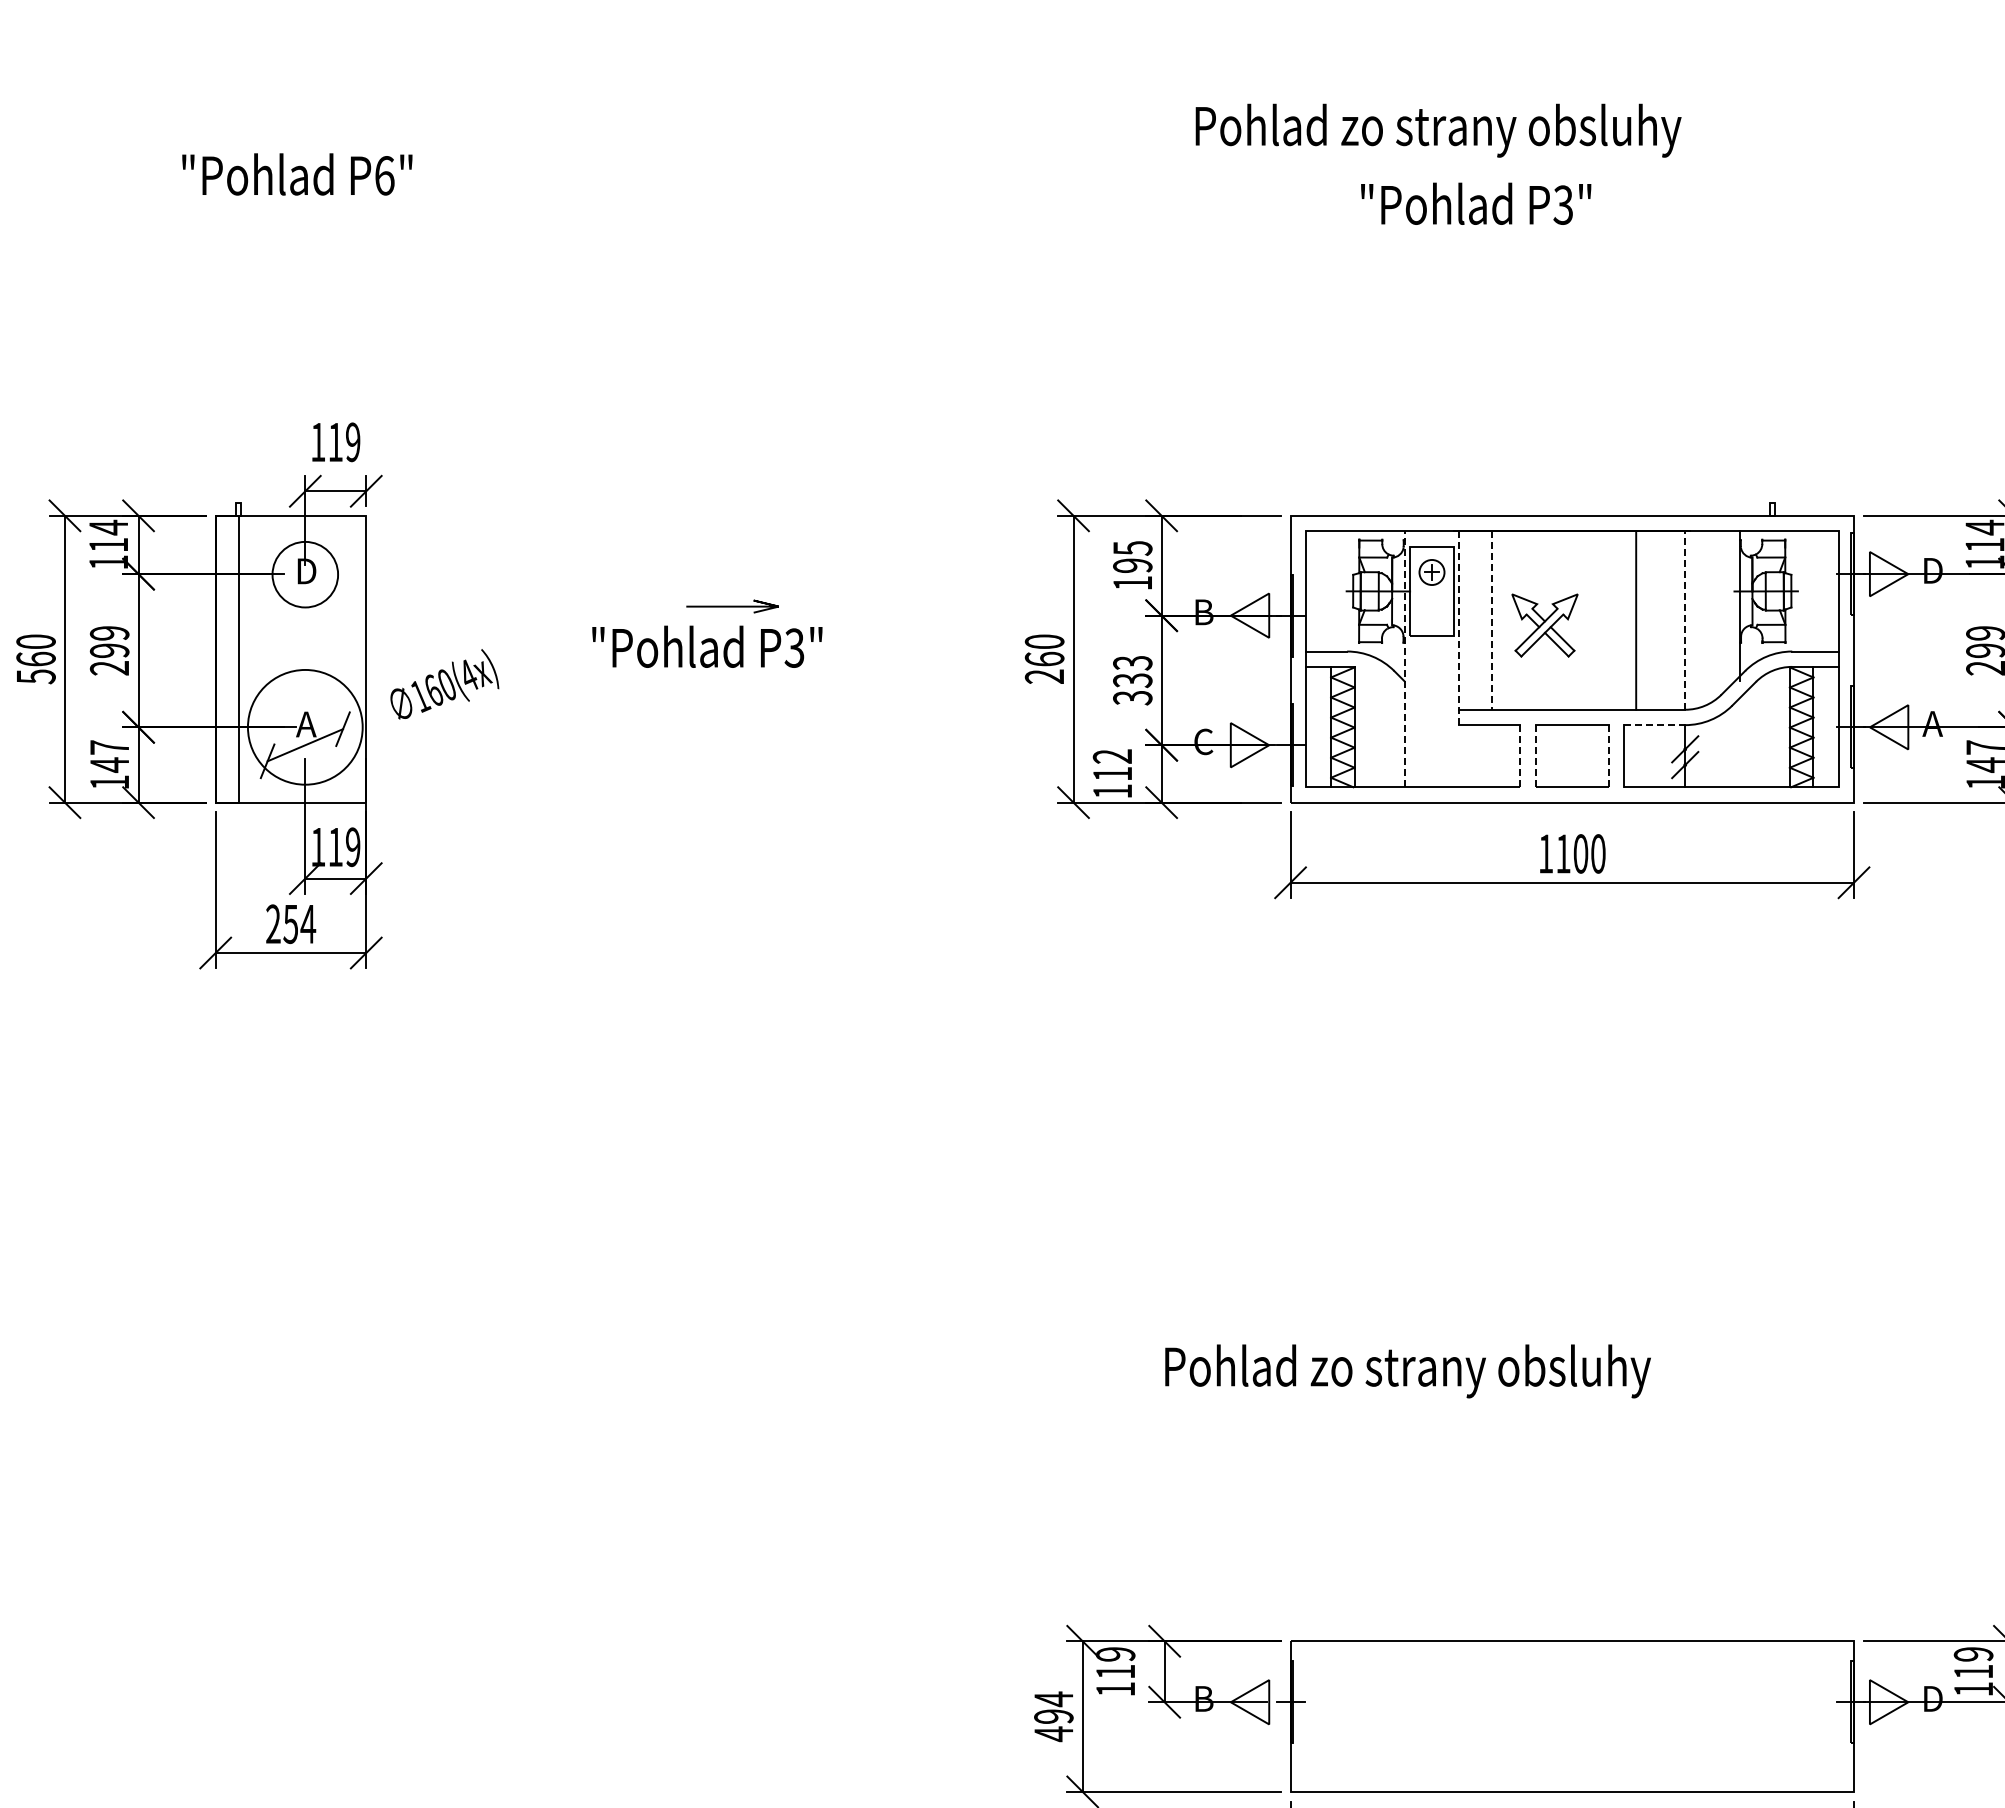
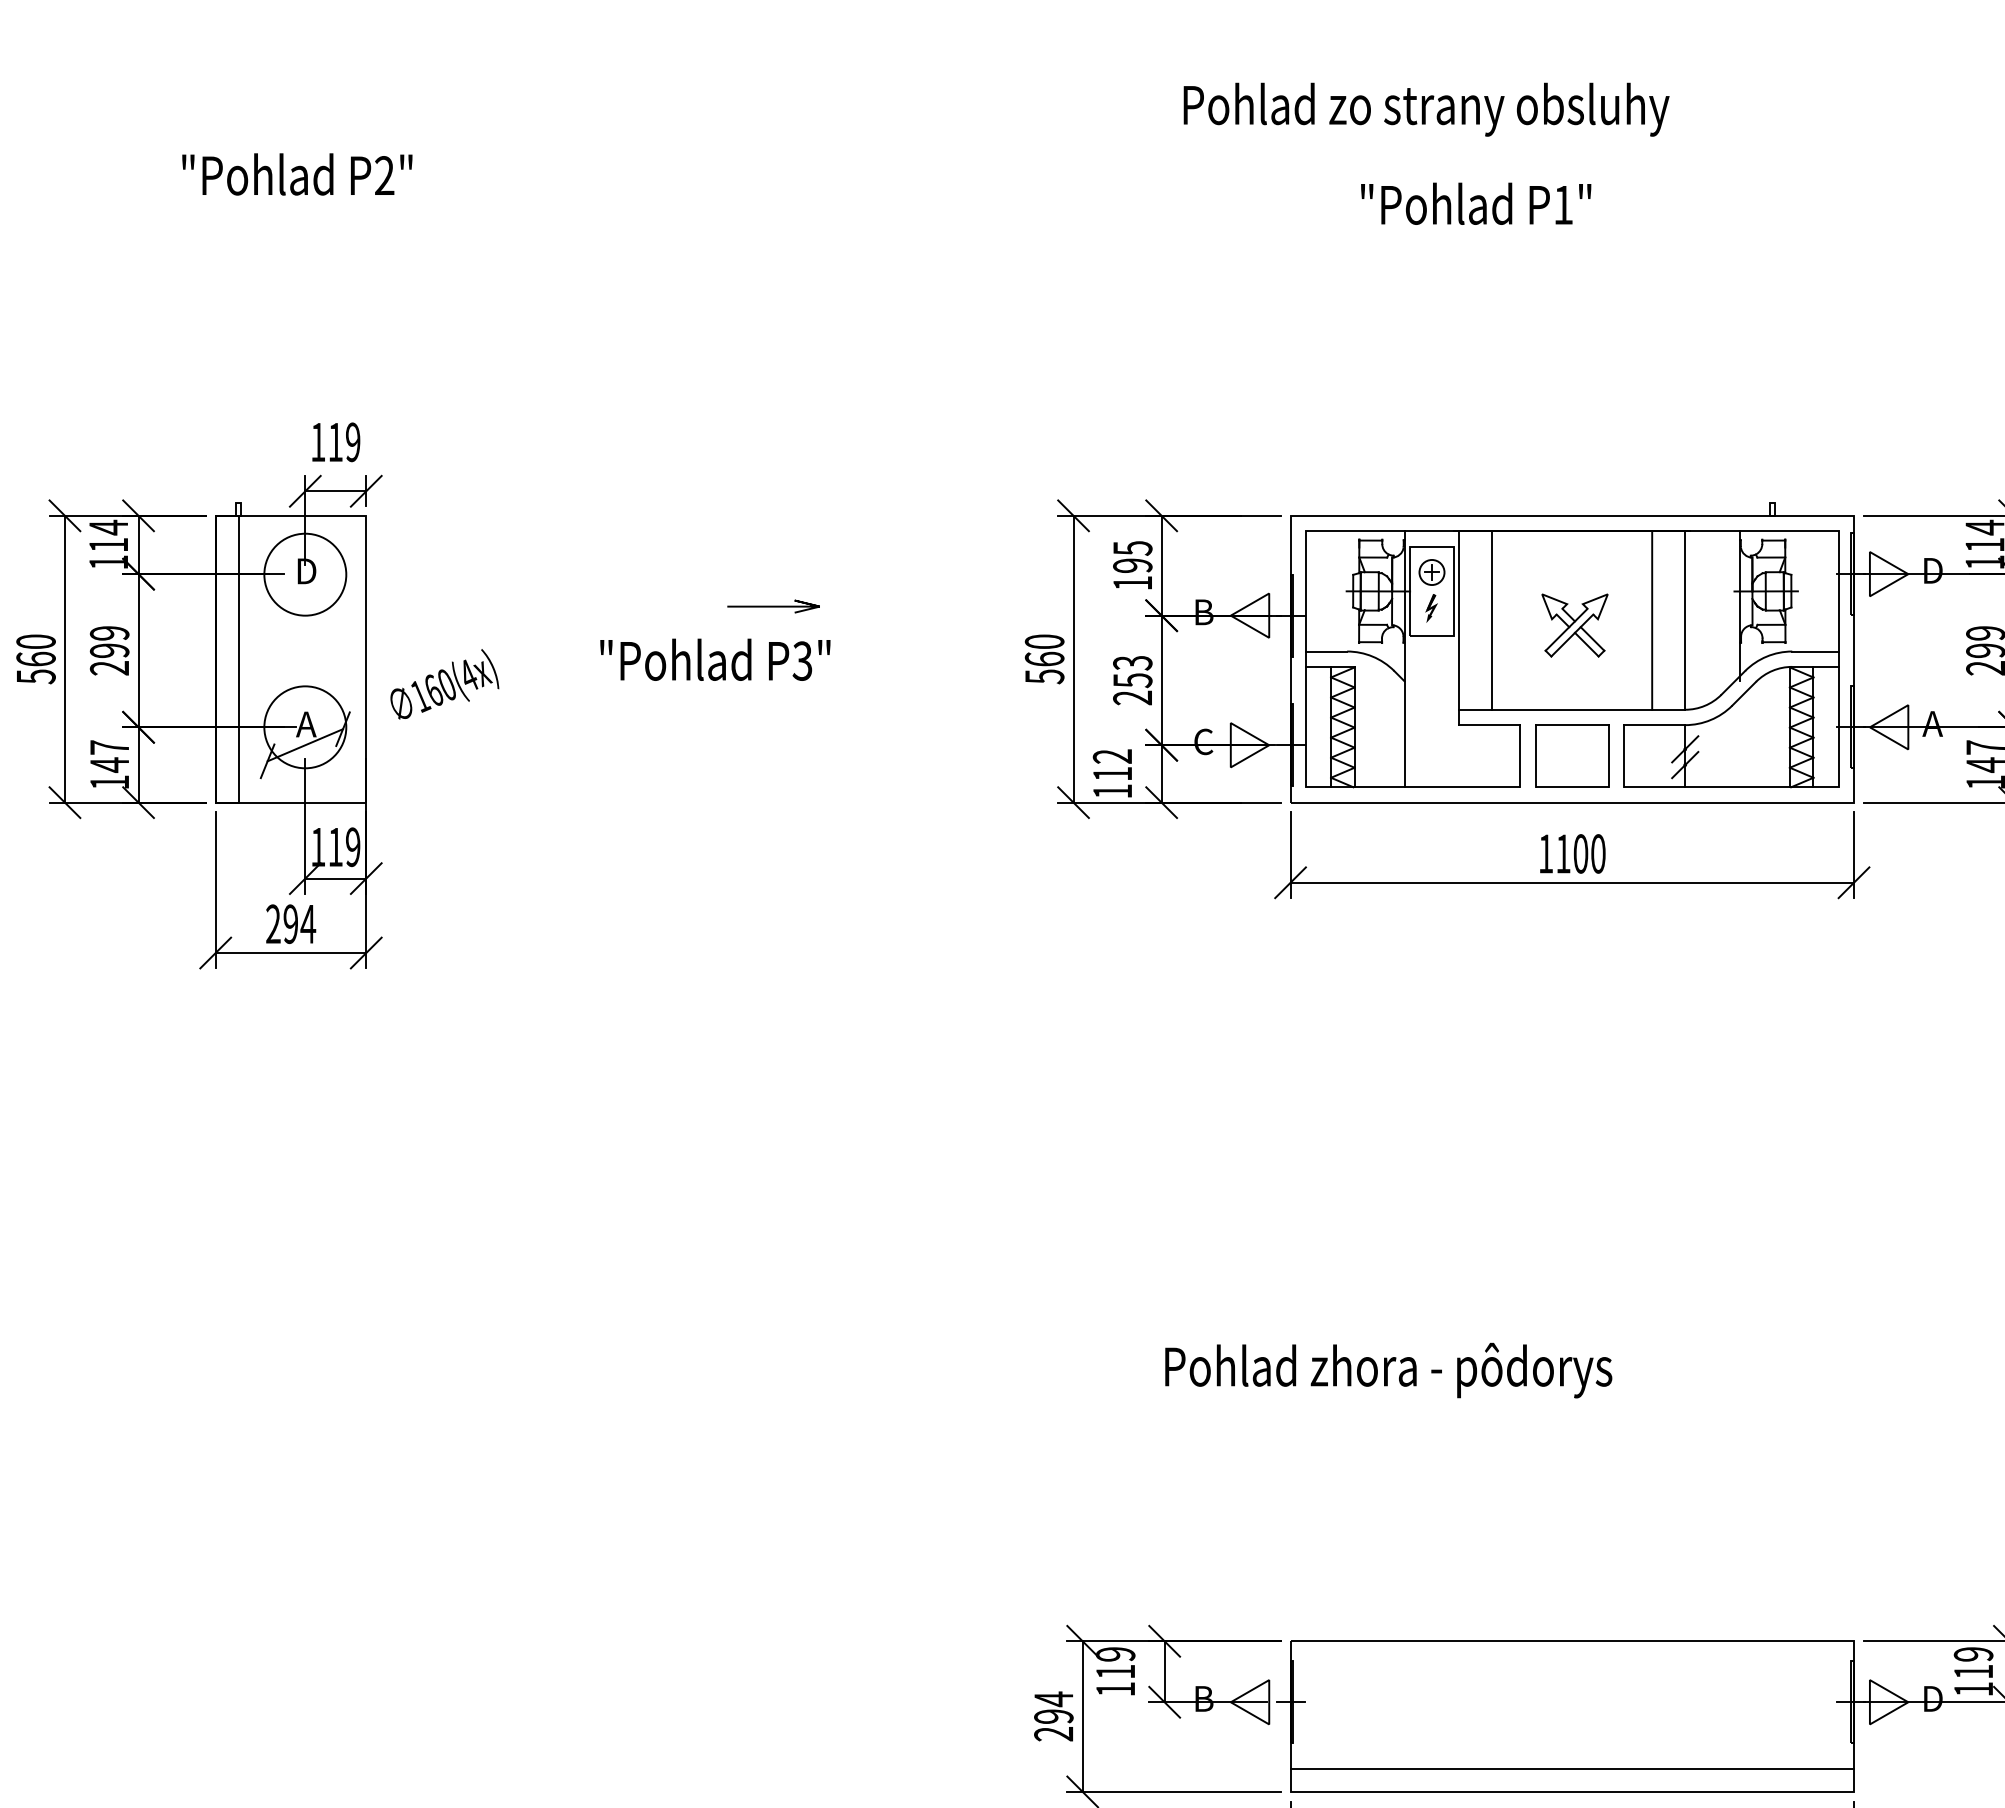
text at (1438, 130) position: (1438, 130) -> (1426, 109)
text at (384, 175): P6" -> P2"
text at (1562, 204): P3" -> P1"
circle at (305, 574) diameter: 66 px -> 82 px
line at (732, 606) position: (732, 606) -> (773, 606)
part at (1431, 608): none -> present
line at (1685, 619): dashed -> solid
line at (1492, 620): dashed -> solid
line at (1636, 620) position: (1636, 620) -> (1652, 620)
part at (1544, 625) position: (1544, 625) -> (1574, 625)
line at (1459, 628): dashed -> solid
text at (707, 646) position: (707, 646) -> (715, 659)
line at (1404, 658): dashed -> solid
text at (1044, 676): 260 -> 560
text at (1132, 689): 333 -> 253
line at (1655, 725): dashed -> solid
circle at (304, 726) diameter: 115 px -> 82 px
line at (1520, 756): dashed -> solid
line at (1535, 756): dashed -> solid
line at (1608, 756): dashed -> solid
text at (290, 923): 254 -> 294
text at (1490, 1370): Pohlad zo strany obsluhy -> Pohlad zhora - pôdorys
text at (1053, 1734): 494 -> 294
line at (1572, 1768): none -> present
